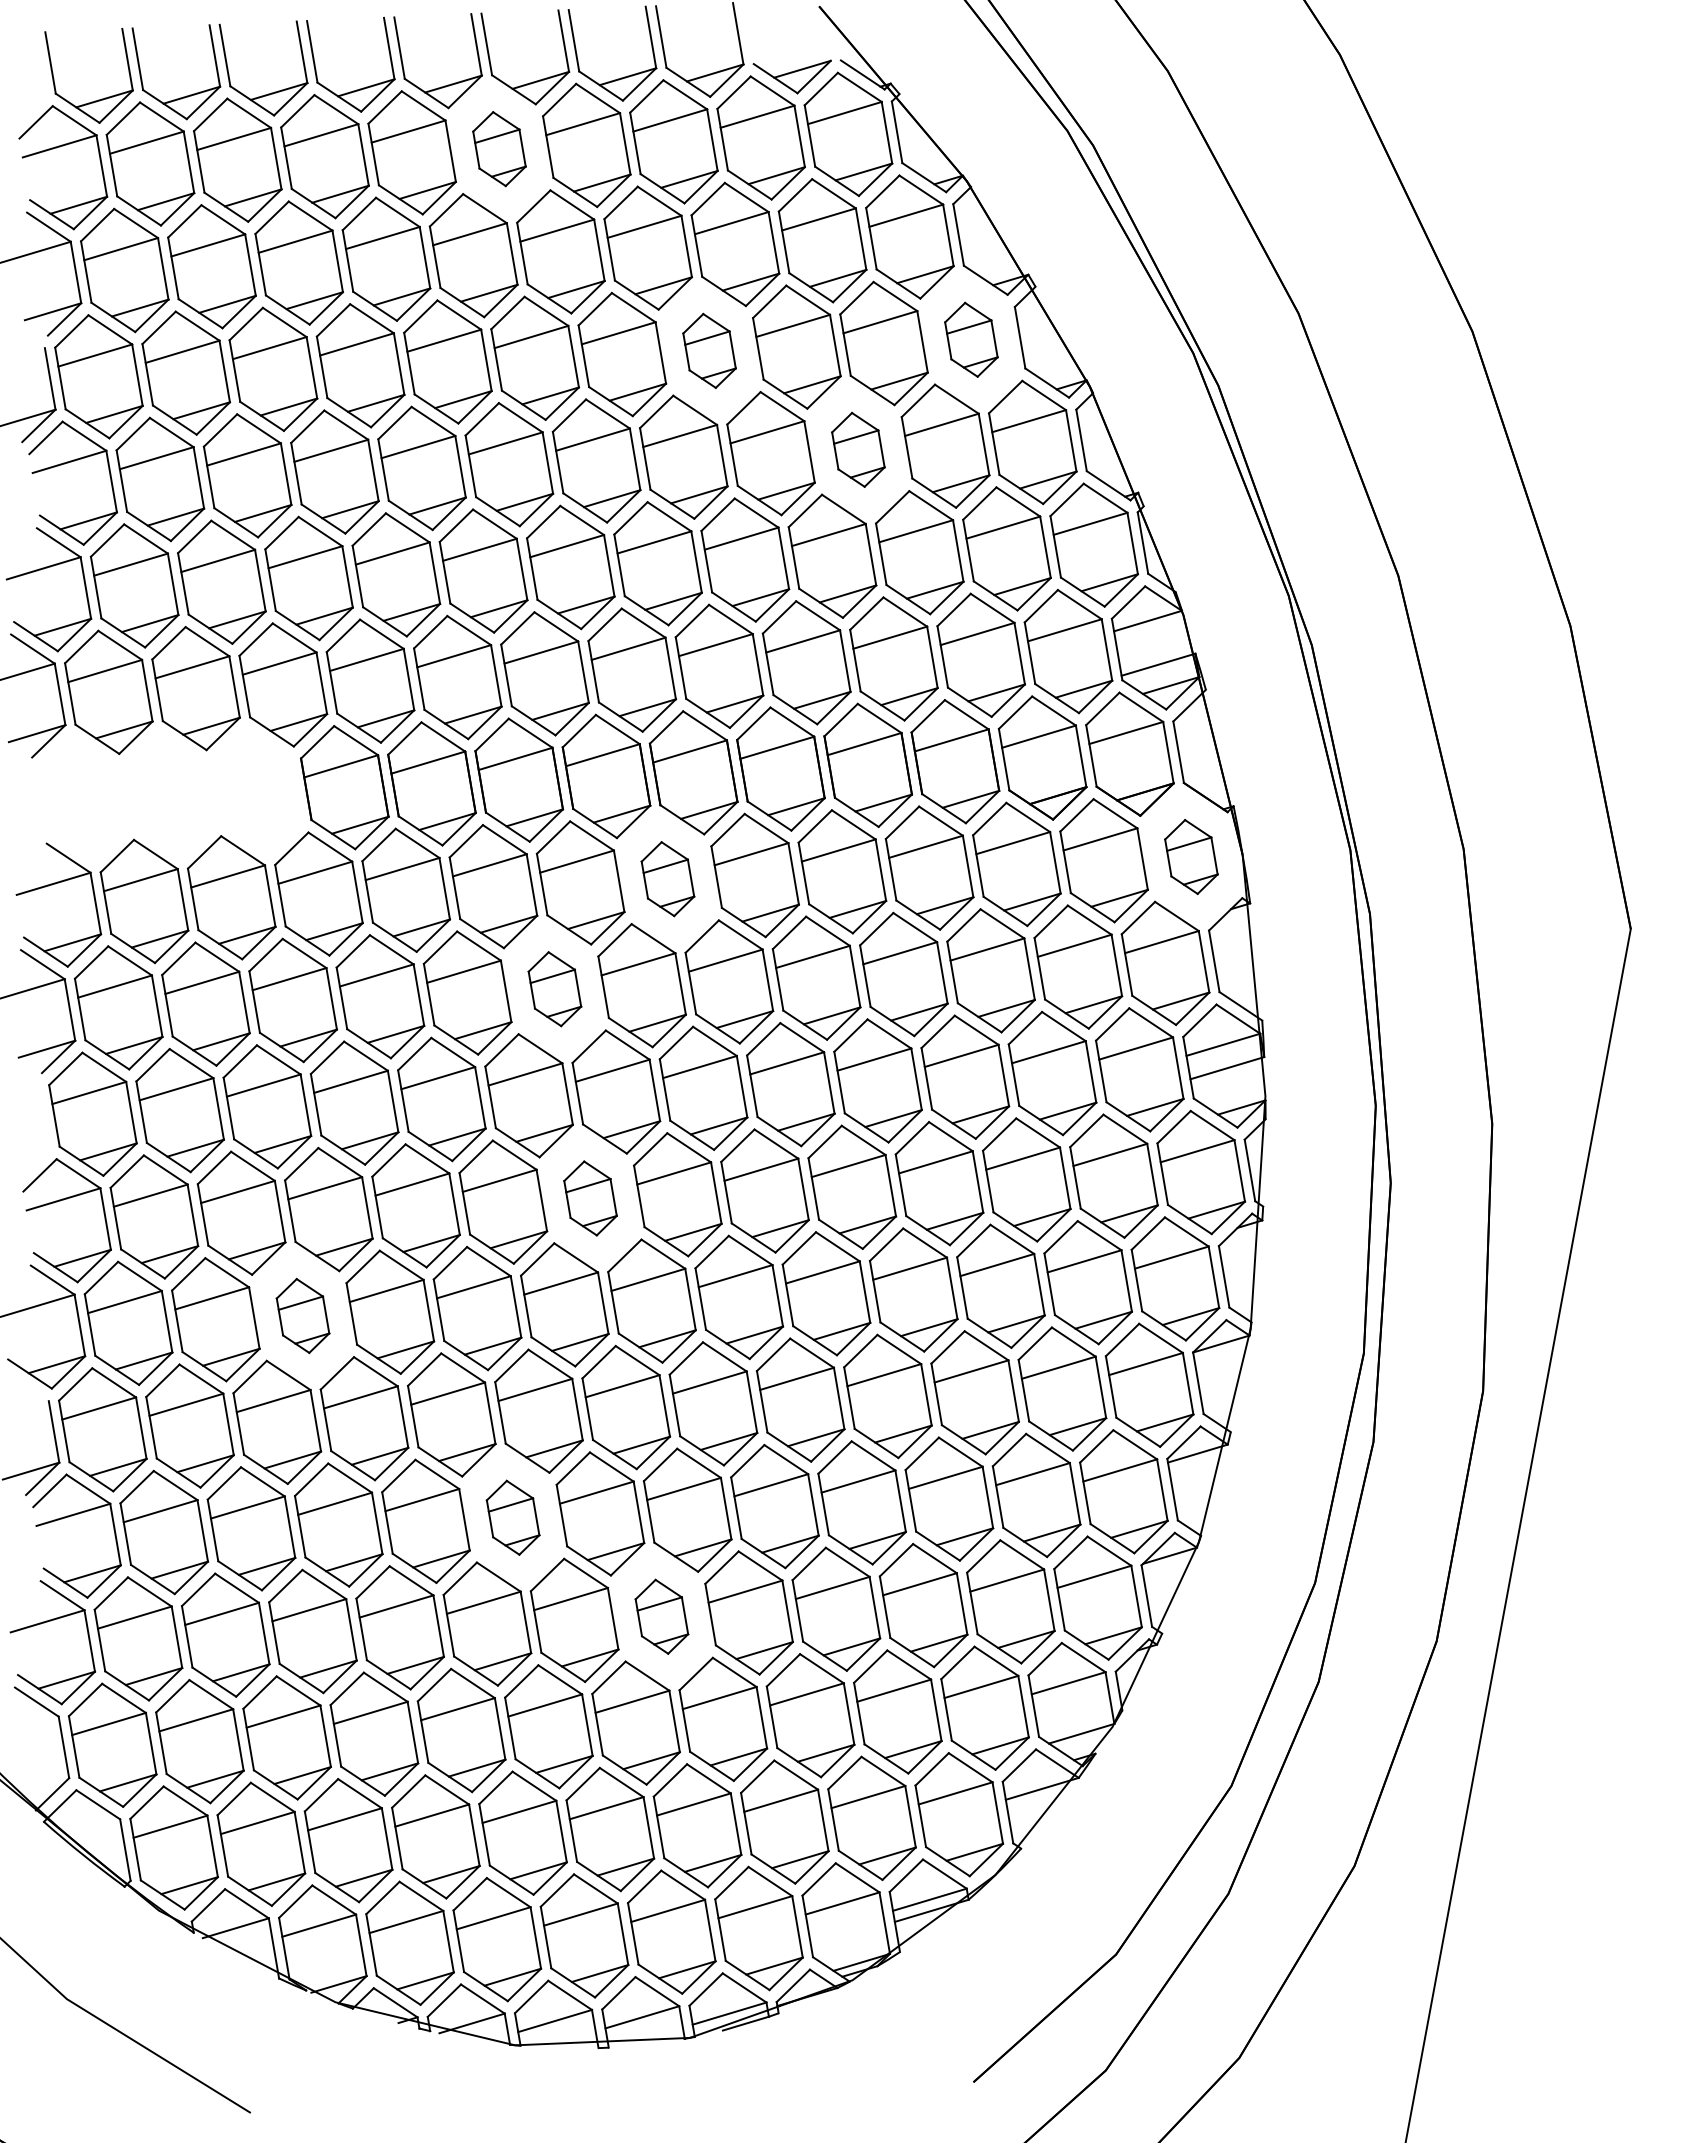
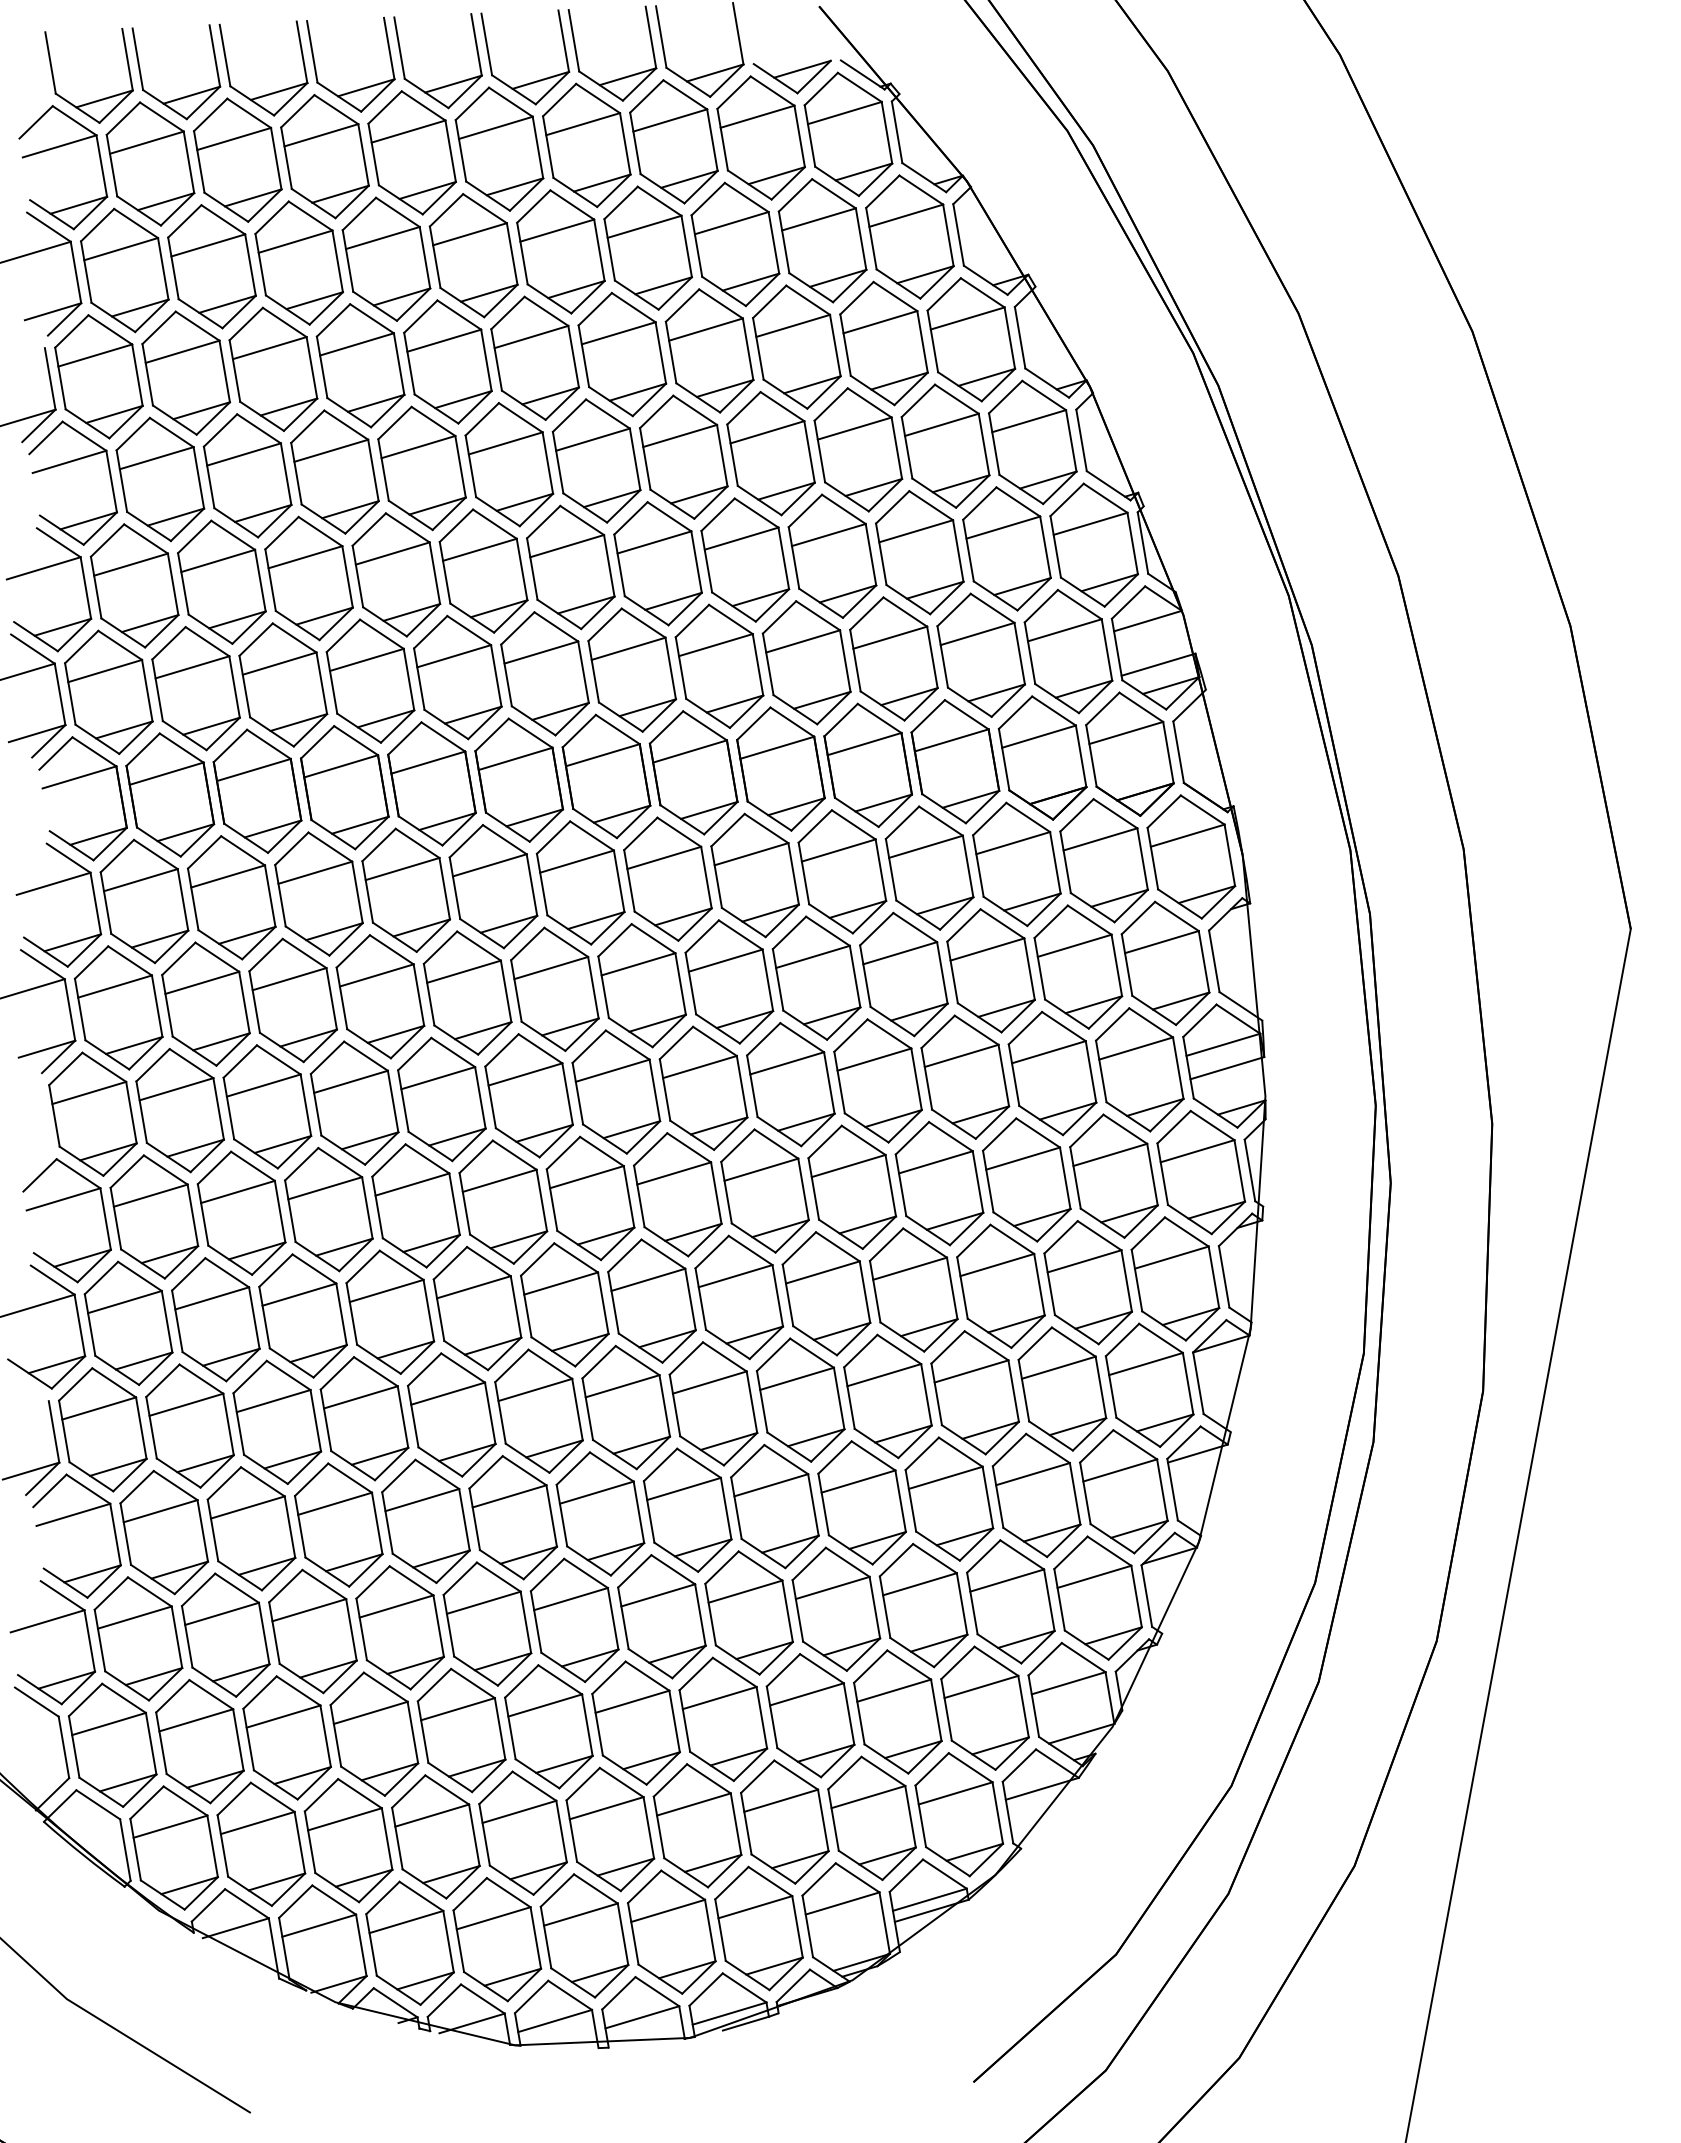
part at (499, 149) size: 55x77 px -> 91x126 px
part at (971, 339) size: 55x77 px -> 91x126 px
part at (709, 350) size: 55x77 px -> 91x126 px
part at (858, 449) size: 55x77 px -> 91x126 px
part at (170, 794): none -> present
part at (1191, 856) size: 55x76 px -> 91x126 px
part at (667, 879) size: 56x77 px -> 90x126 px
part at (554, 989) size: 56x77 px -> 90x126 px
part at (590, 1198) size: 55x77 px -> 91x127 px
part at (302, 1315) size: 56x78 px -> 90x126 px
part at (512, 1517) size: 56x77 px -> 90x126 px
part at (661, 1616) size: 56x77 px -> 90x126 px
